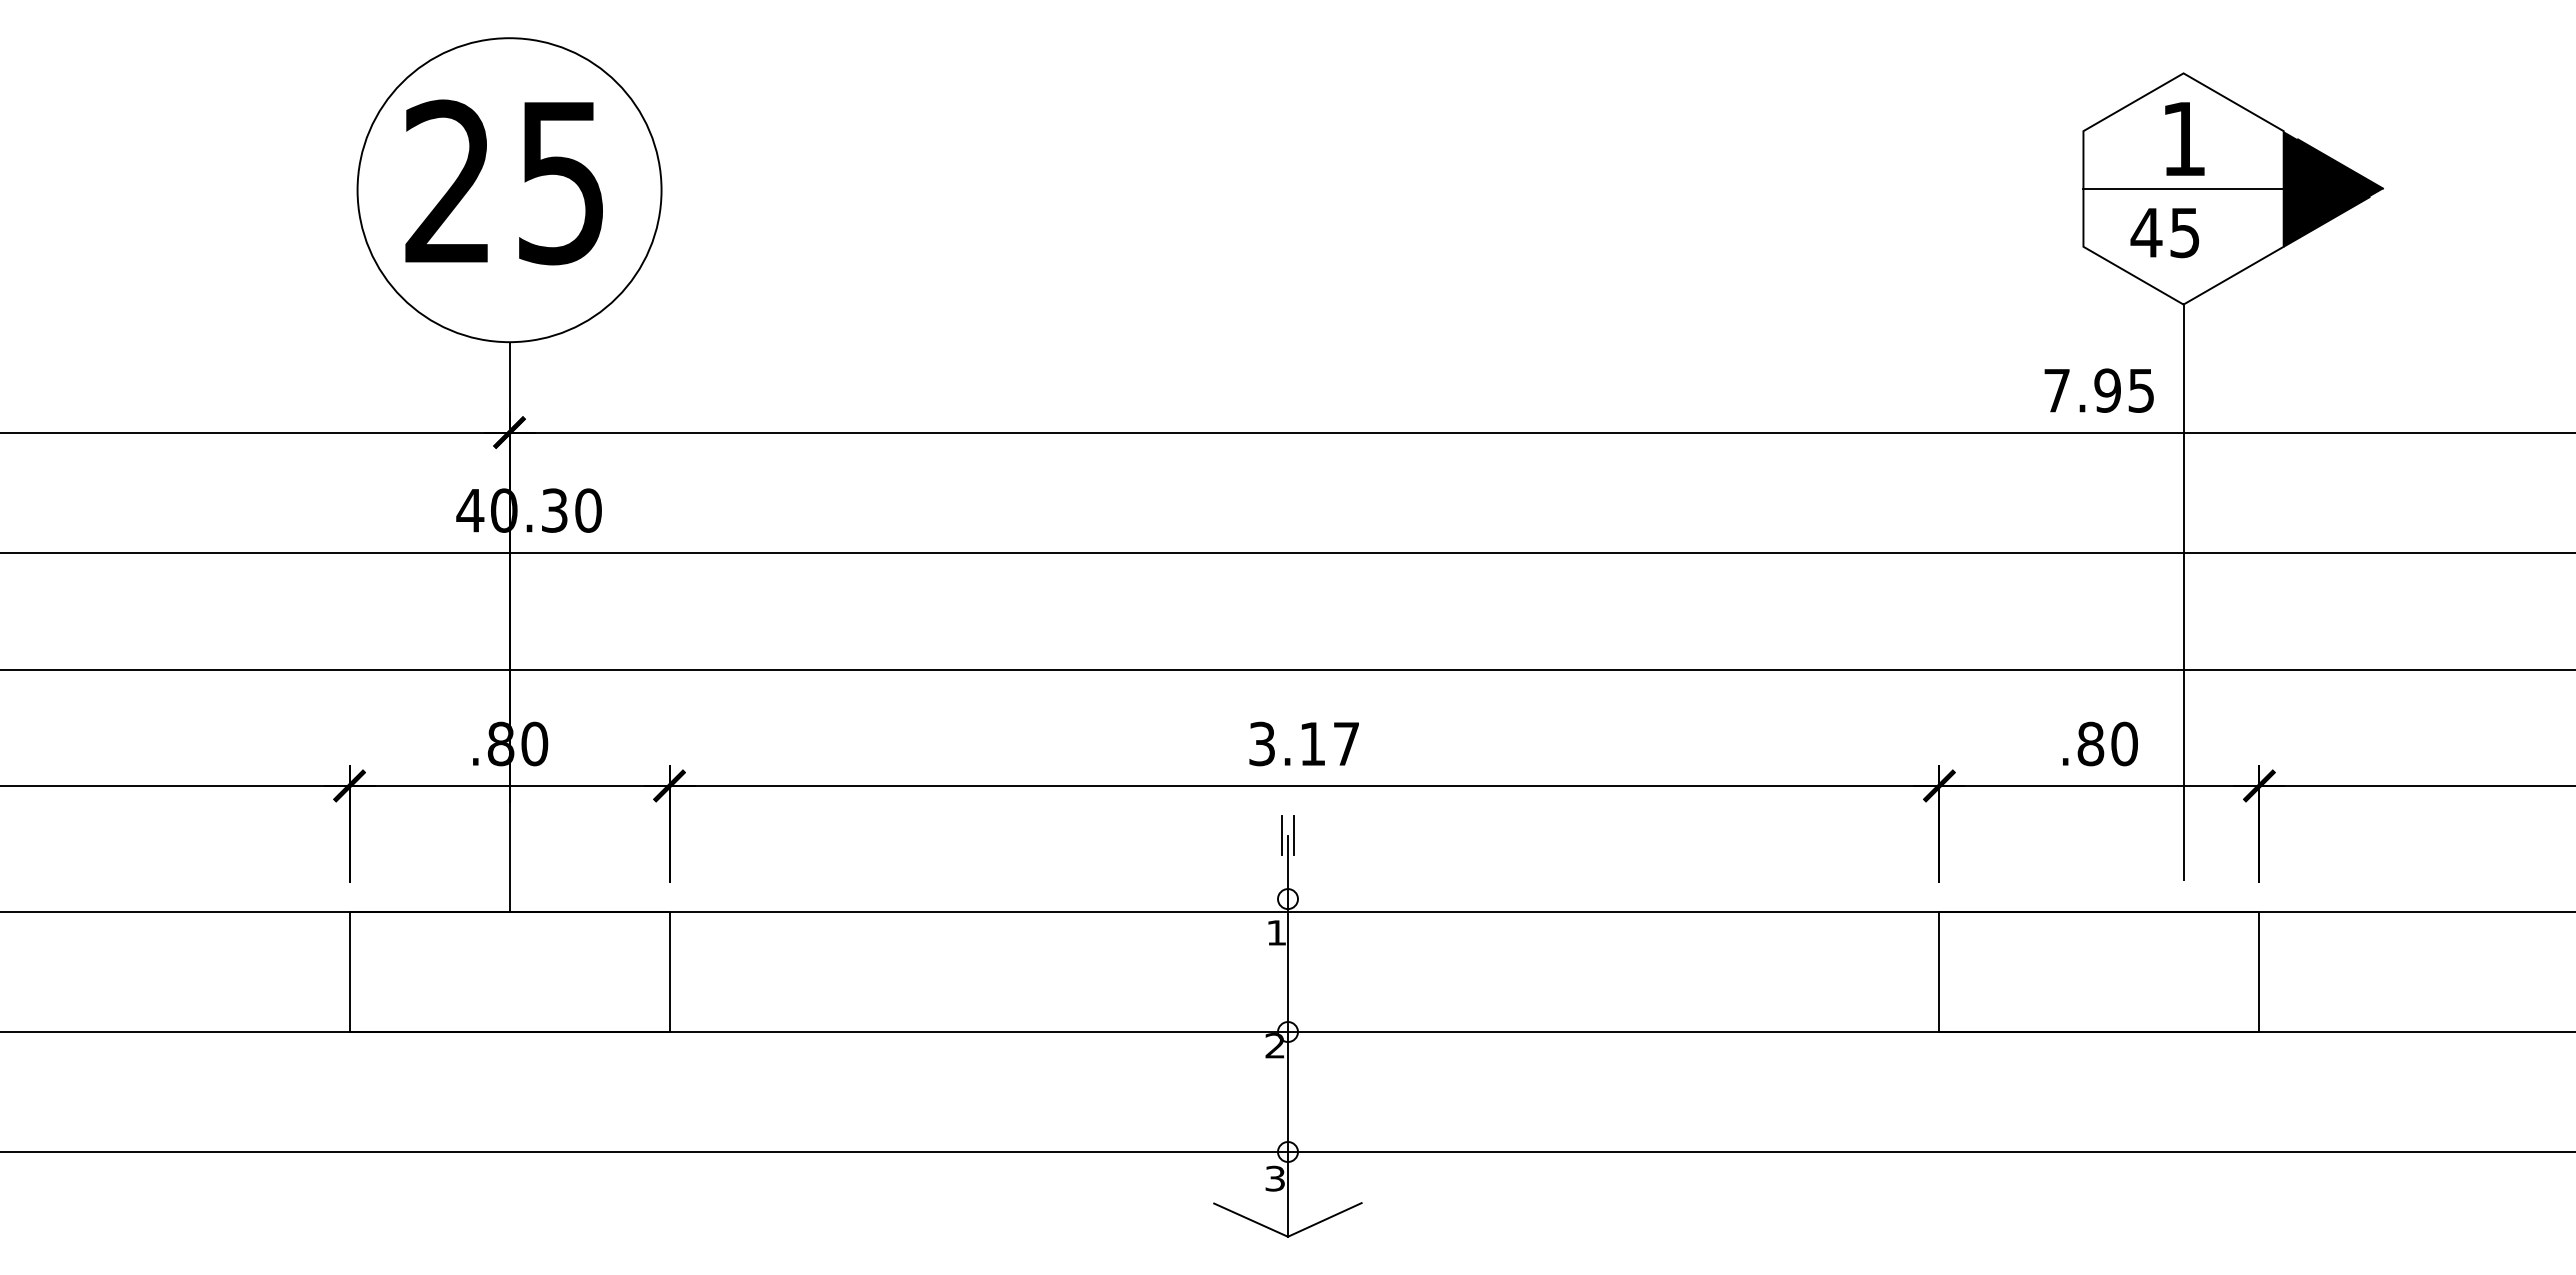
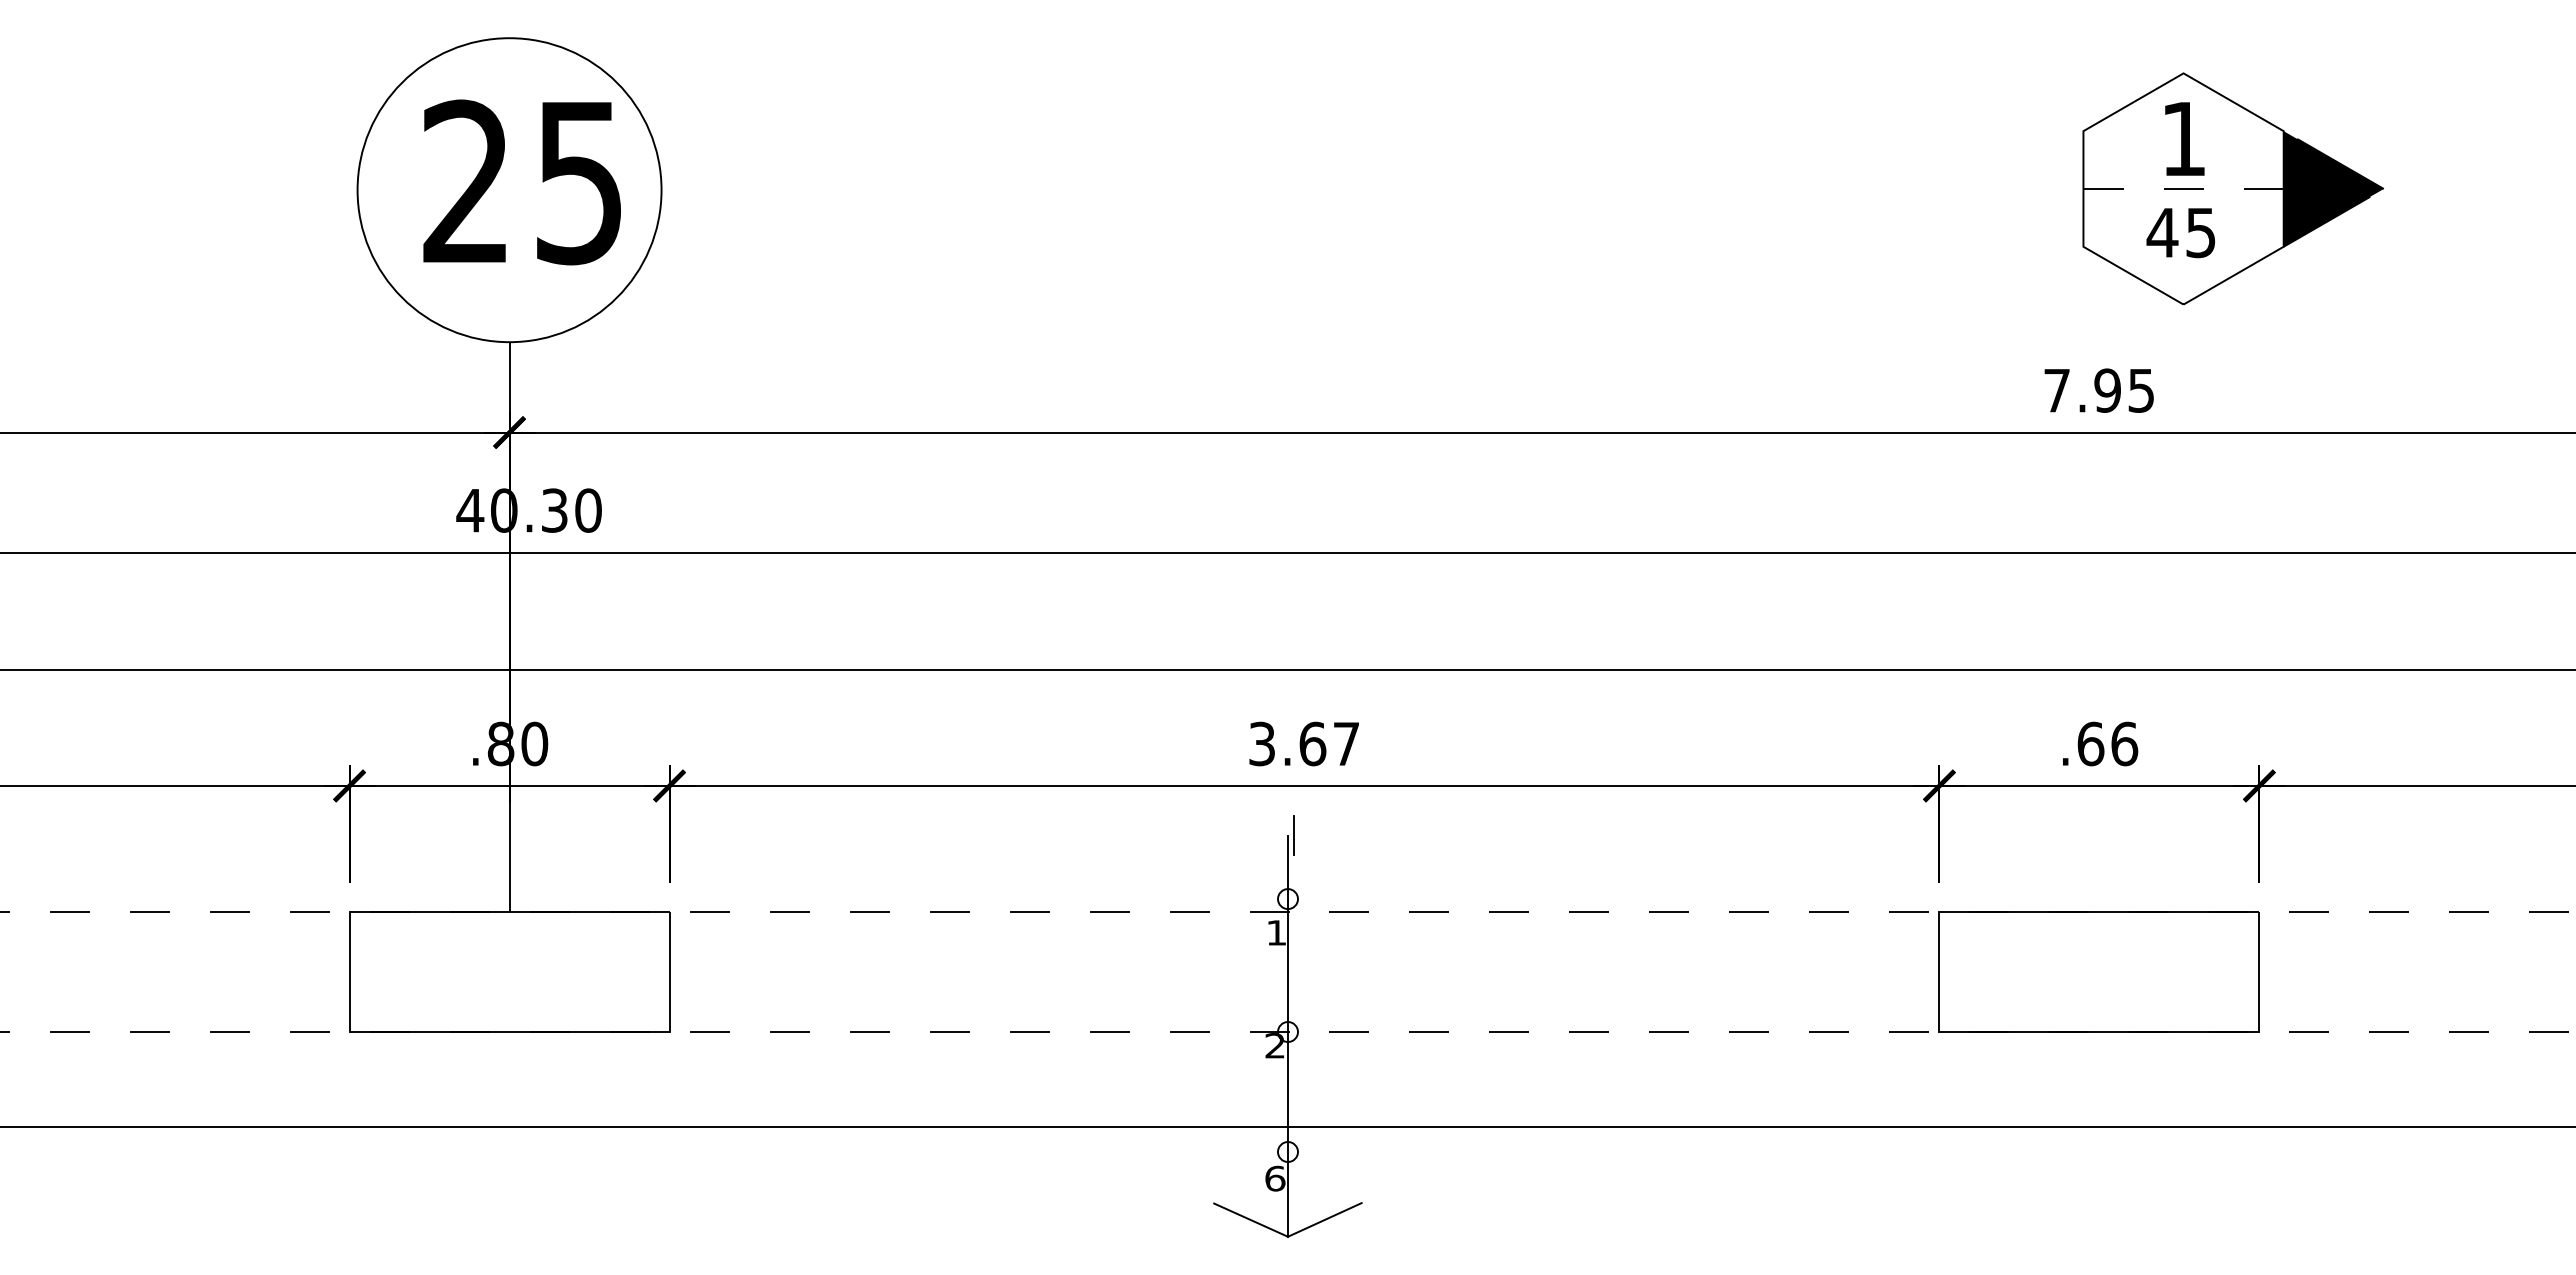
text at (503, 182) position: (503, 182) -> (521, 182)
line at (2183, 188): solid -> dashed
text at (2164, 233) position: (2164, 233) -> (2180, 233)
line at (2183, 592): present -> none
text at (1312, 743): 3.17 -> 3.67
text at (2107, 743): .80 -> .66
line at (1282, 835): present -> none
line at (1288, 912): solid -> dashed
line at (1288, 1032): solid -> dashed
line at (1287, 1152) position: (1287, 1152) -> (1287, 1127)
text at (1275, 1178): 3 -> 6
